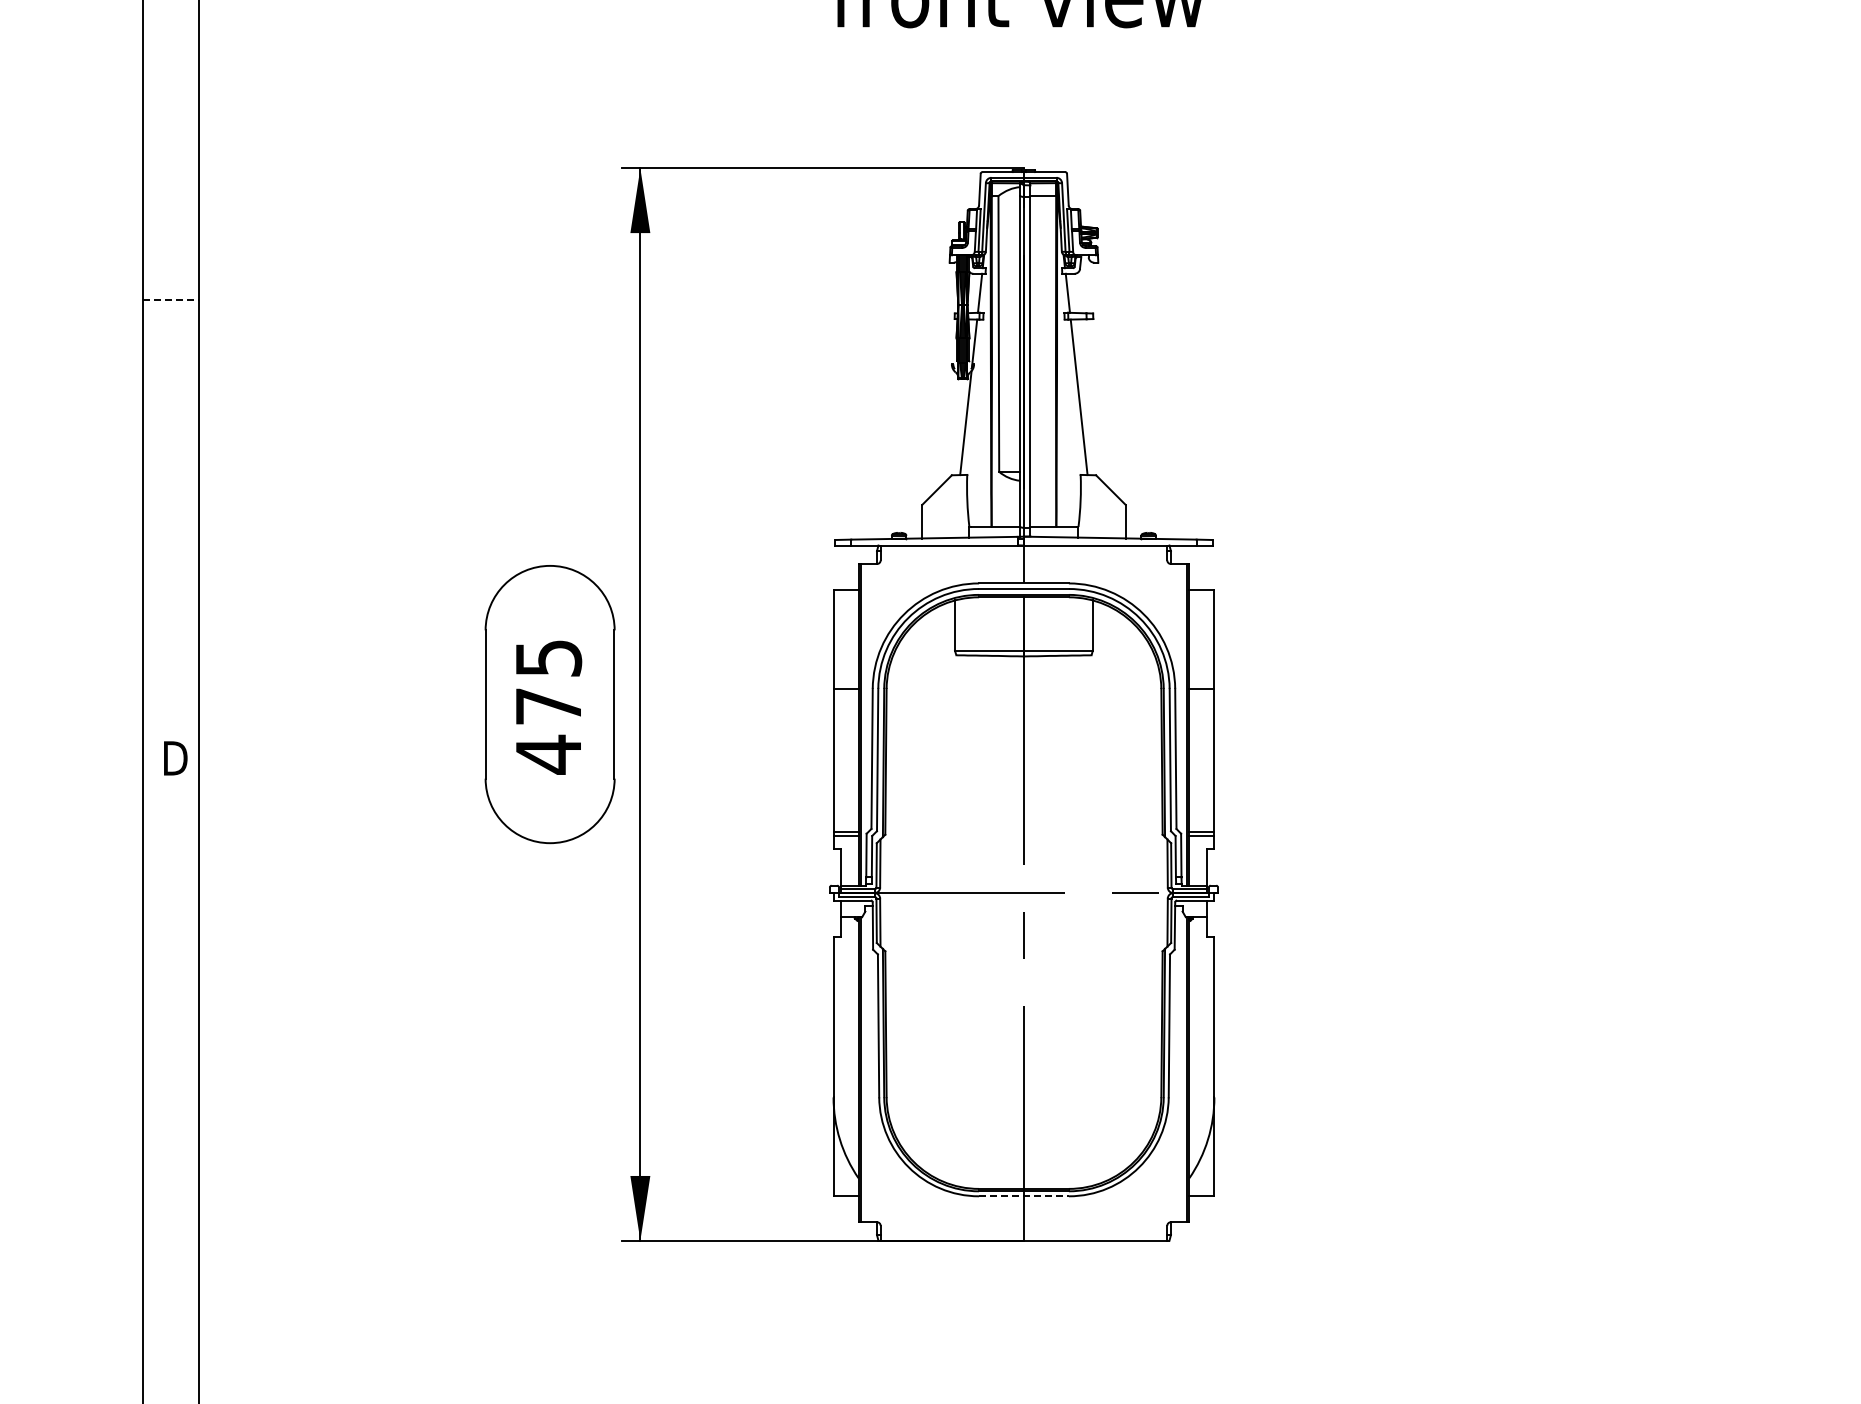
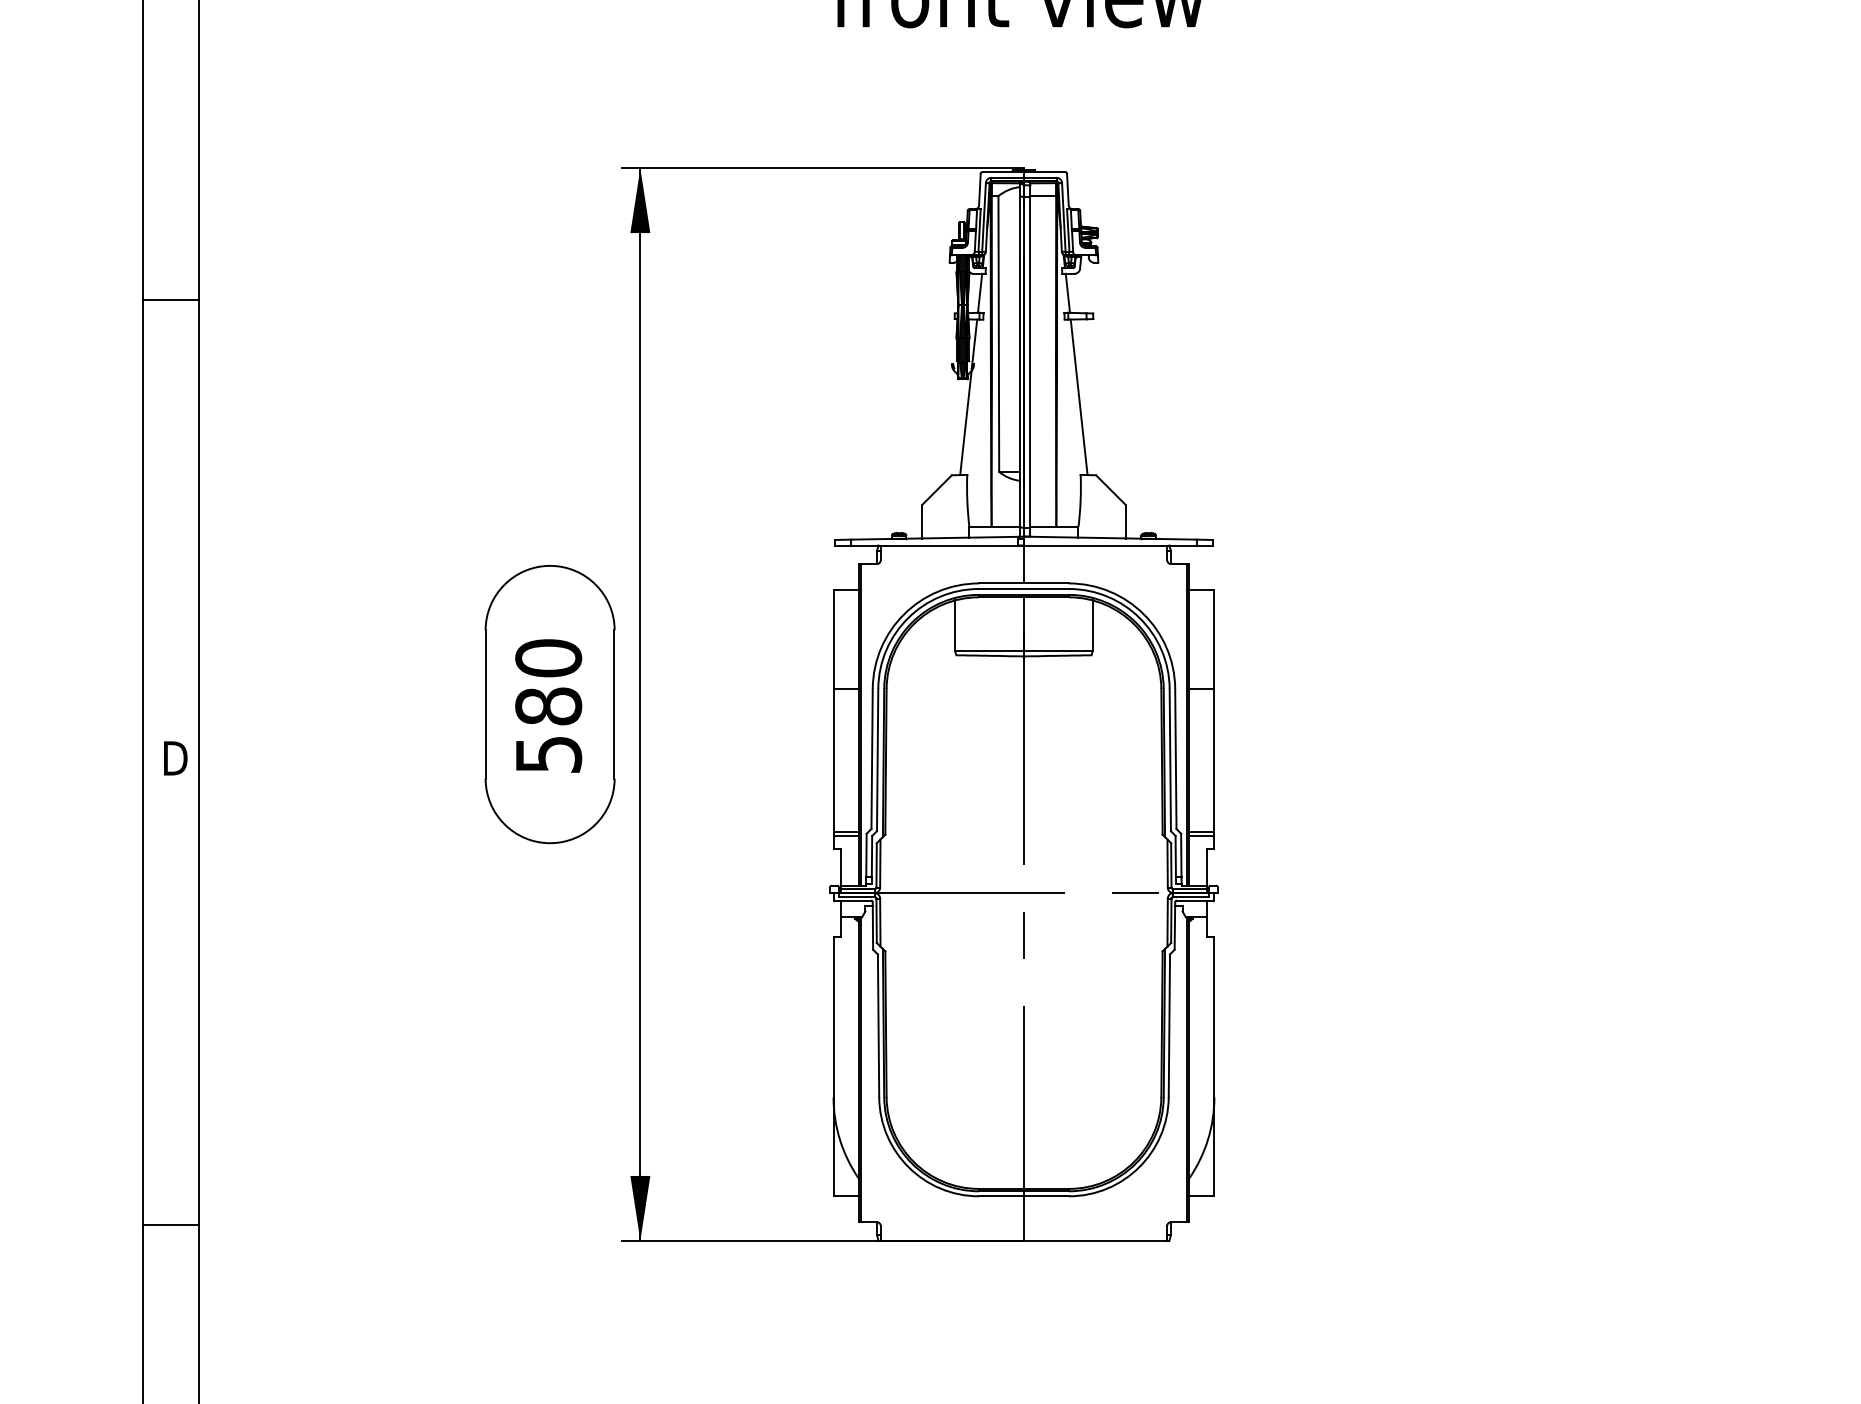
line at (170, 300): dashed -> solid
text at (548, 706): 475 -> 580
line at (1023, 1196): dashed -> solid
line at (170, 1224): none -> present
